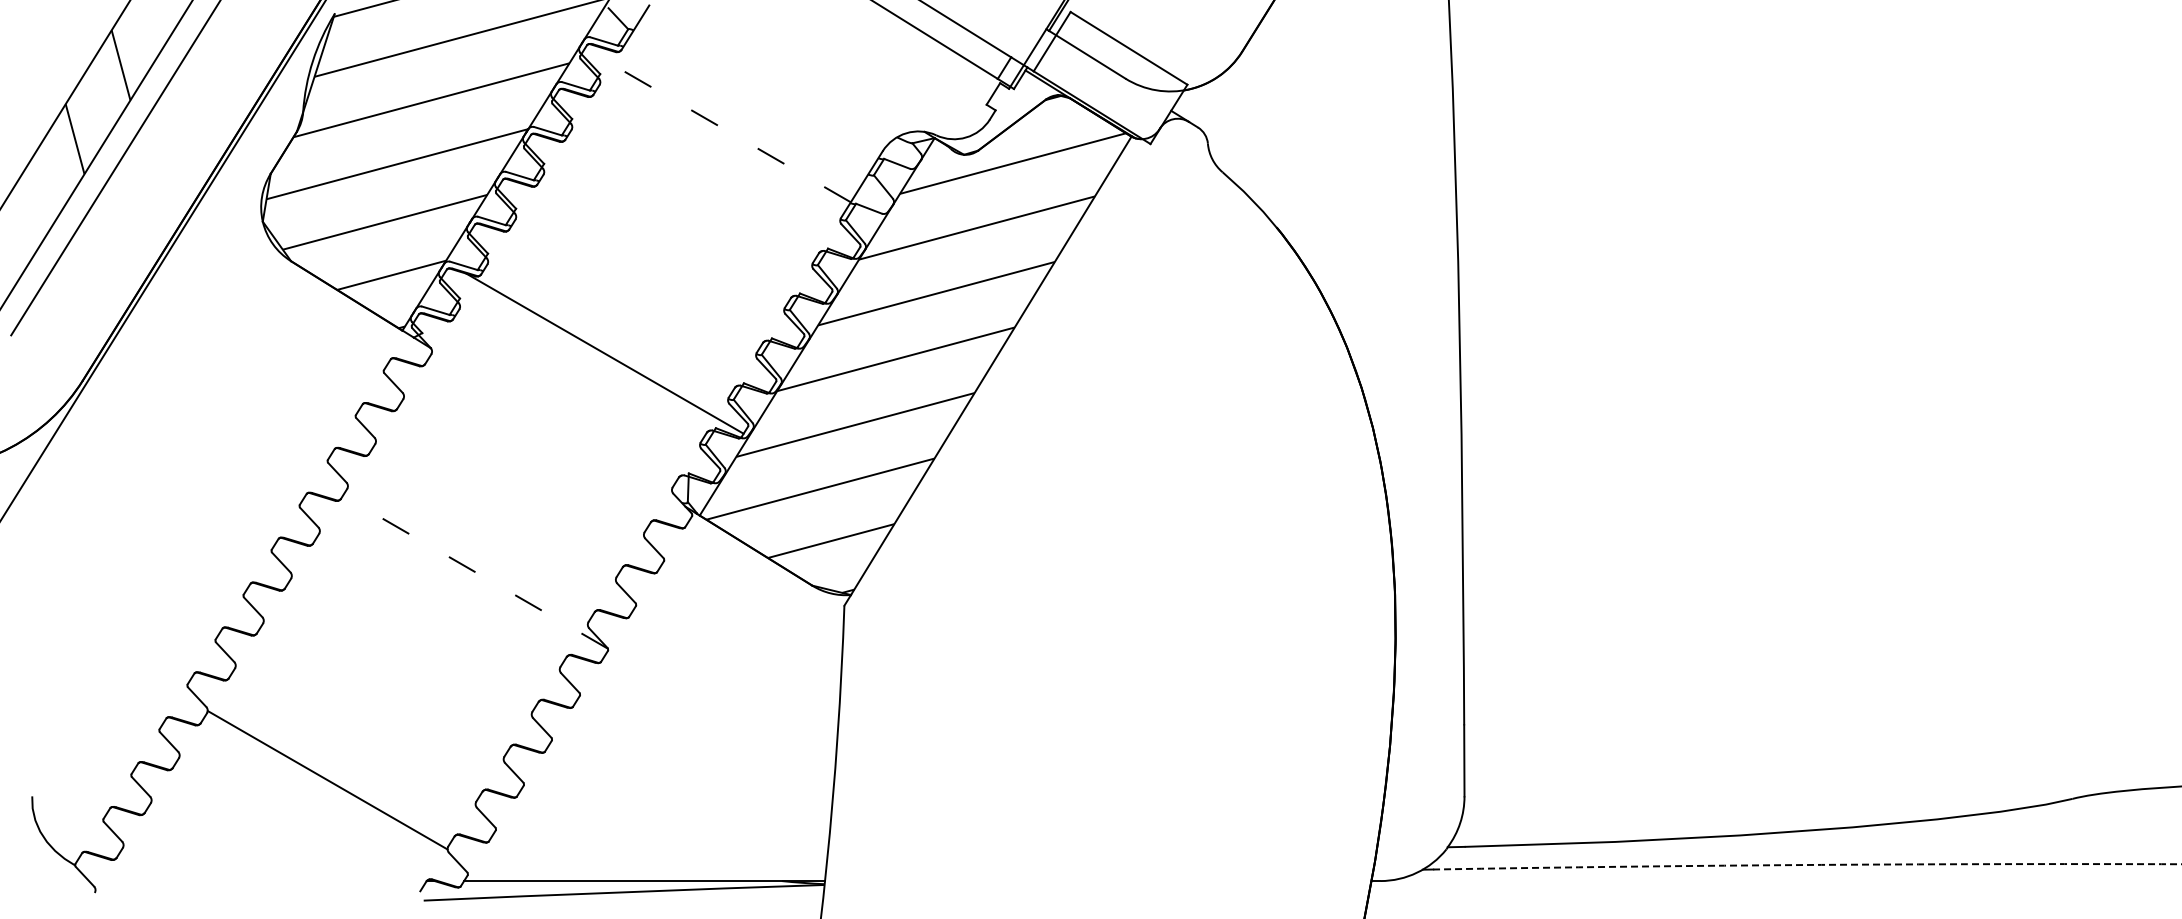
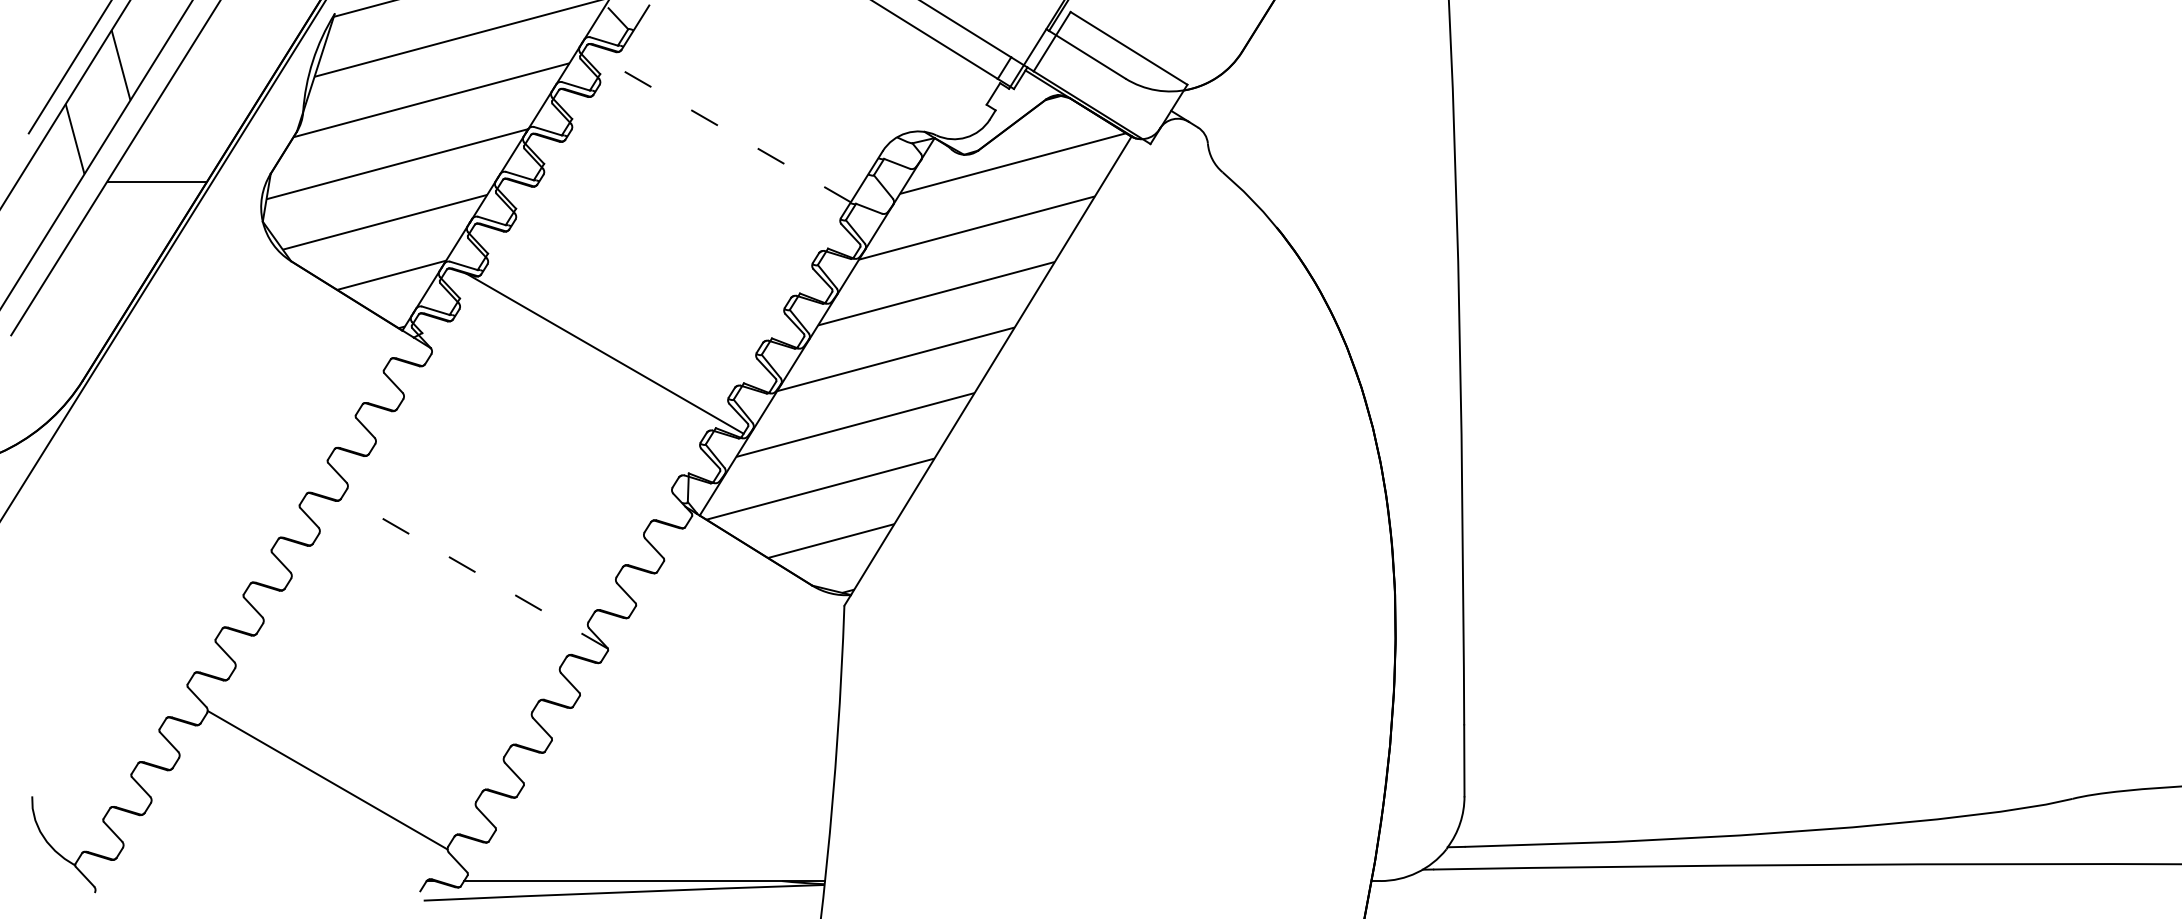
line at (69, 67): none -> present
line at (156, 182): none -> present
arc at (1807, 865): dashed -> solid
